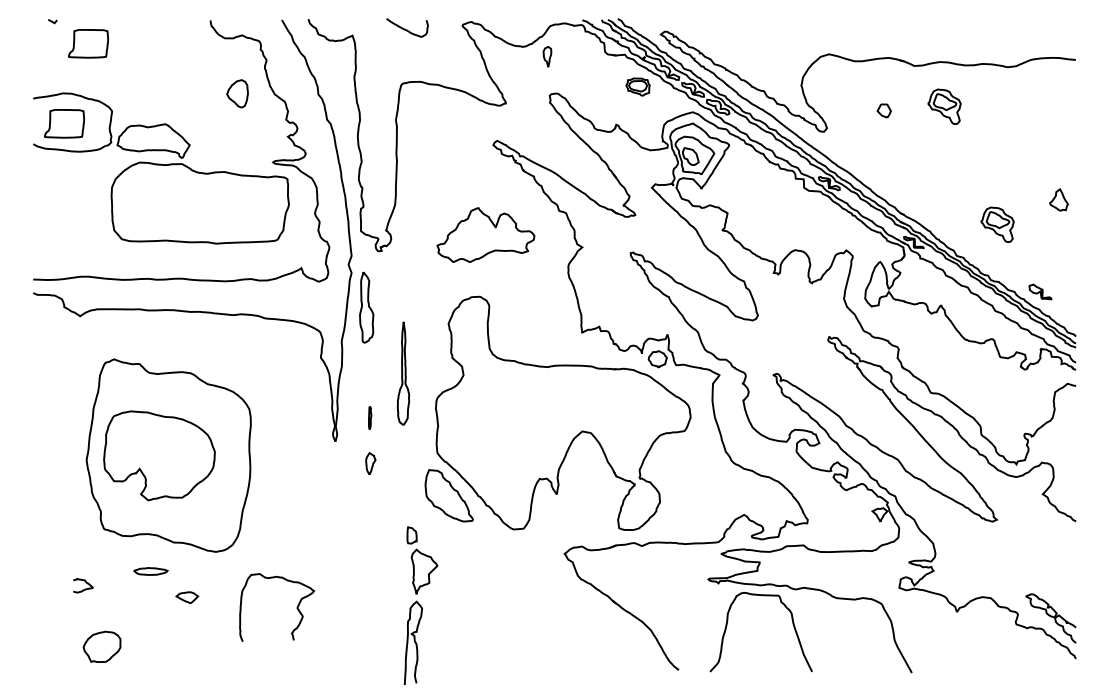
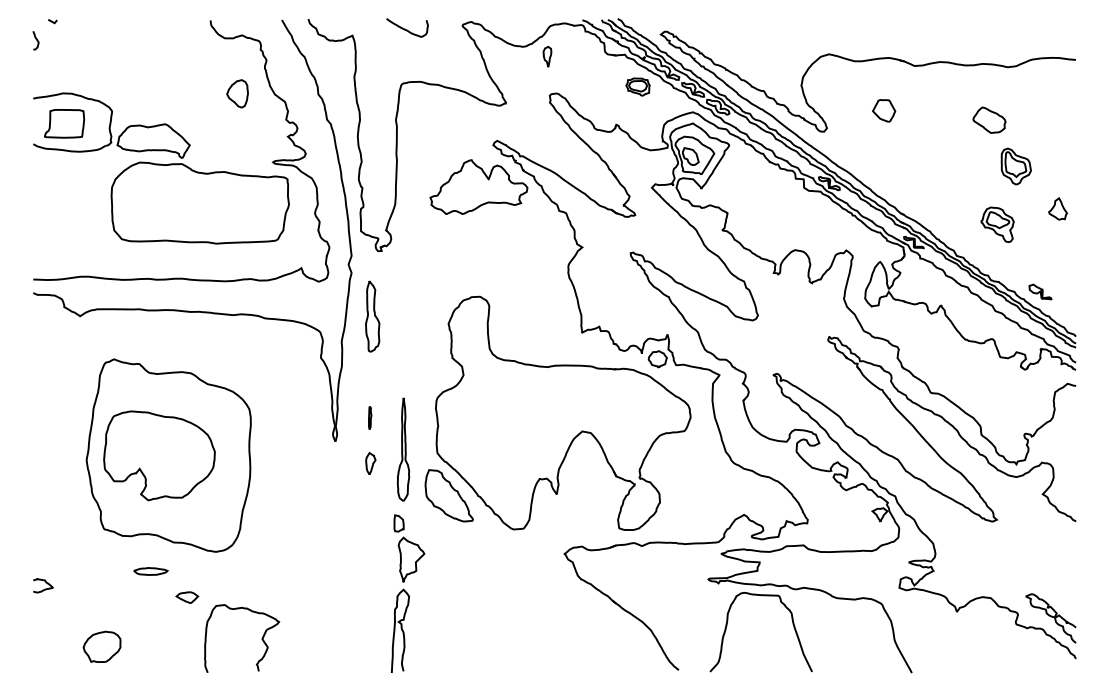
curve at (35, 39): none -> present
part at (88, 43): present -> none
part at (944, 106): present -> none
part at (883, 110) size: 16x16 px -> 25x24 px
part at (989, 119): none -> present
part at (1015, 166): none -> present
part at (1058, 199) position: (1058, 199) -> (1057, 208)
part at (485, 234) position: (485, 234) -> (478, 186)
part at (366, 307) position: (366, 307) -> (372, 316)
part at (403, 373) position: (403, 373) -> (403, 449)
part at (83, 585) position: (83, 585) -> (43, 585)
part at (420, 605) position: (420, 605) -> (407, 593)
curve at (296, 607) position: (296, 607) -> (261, 638)
